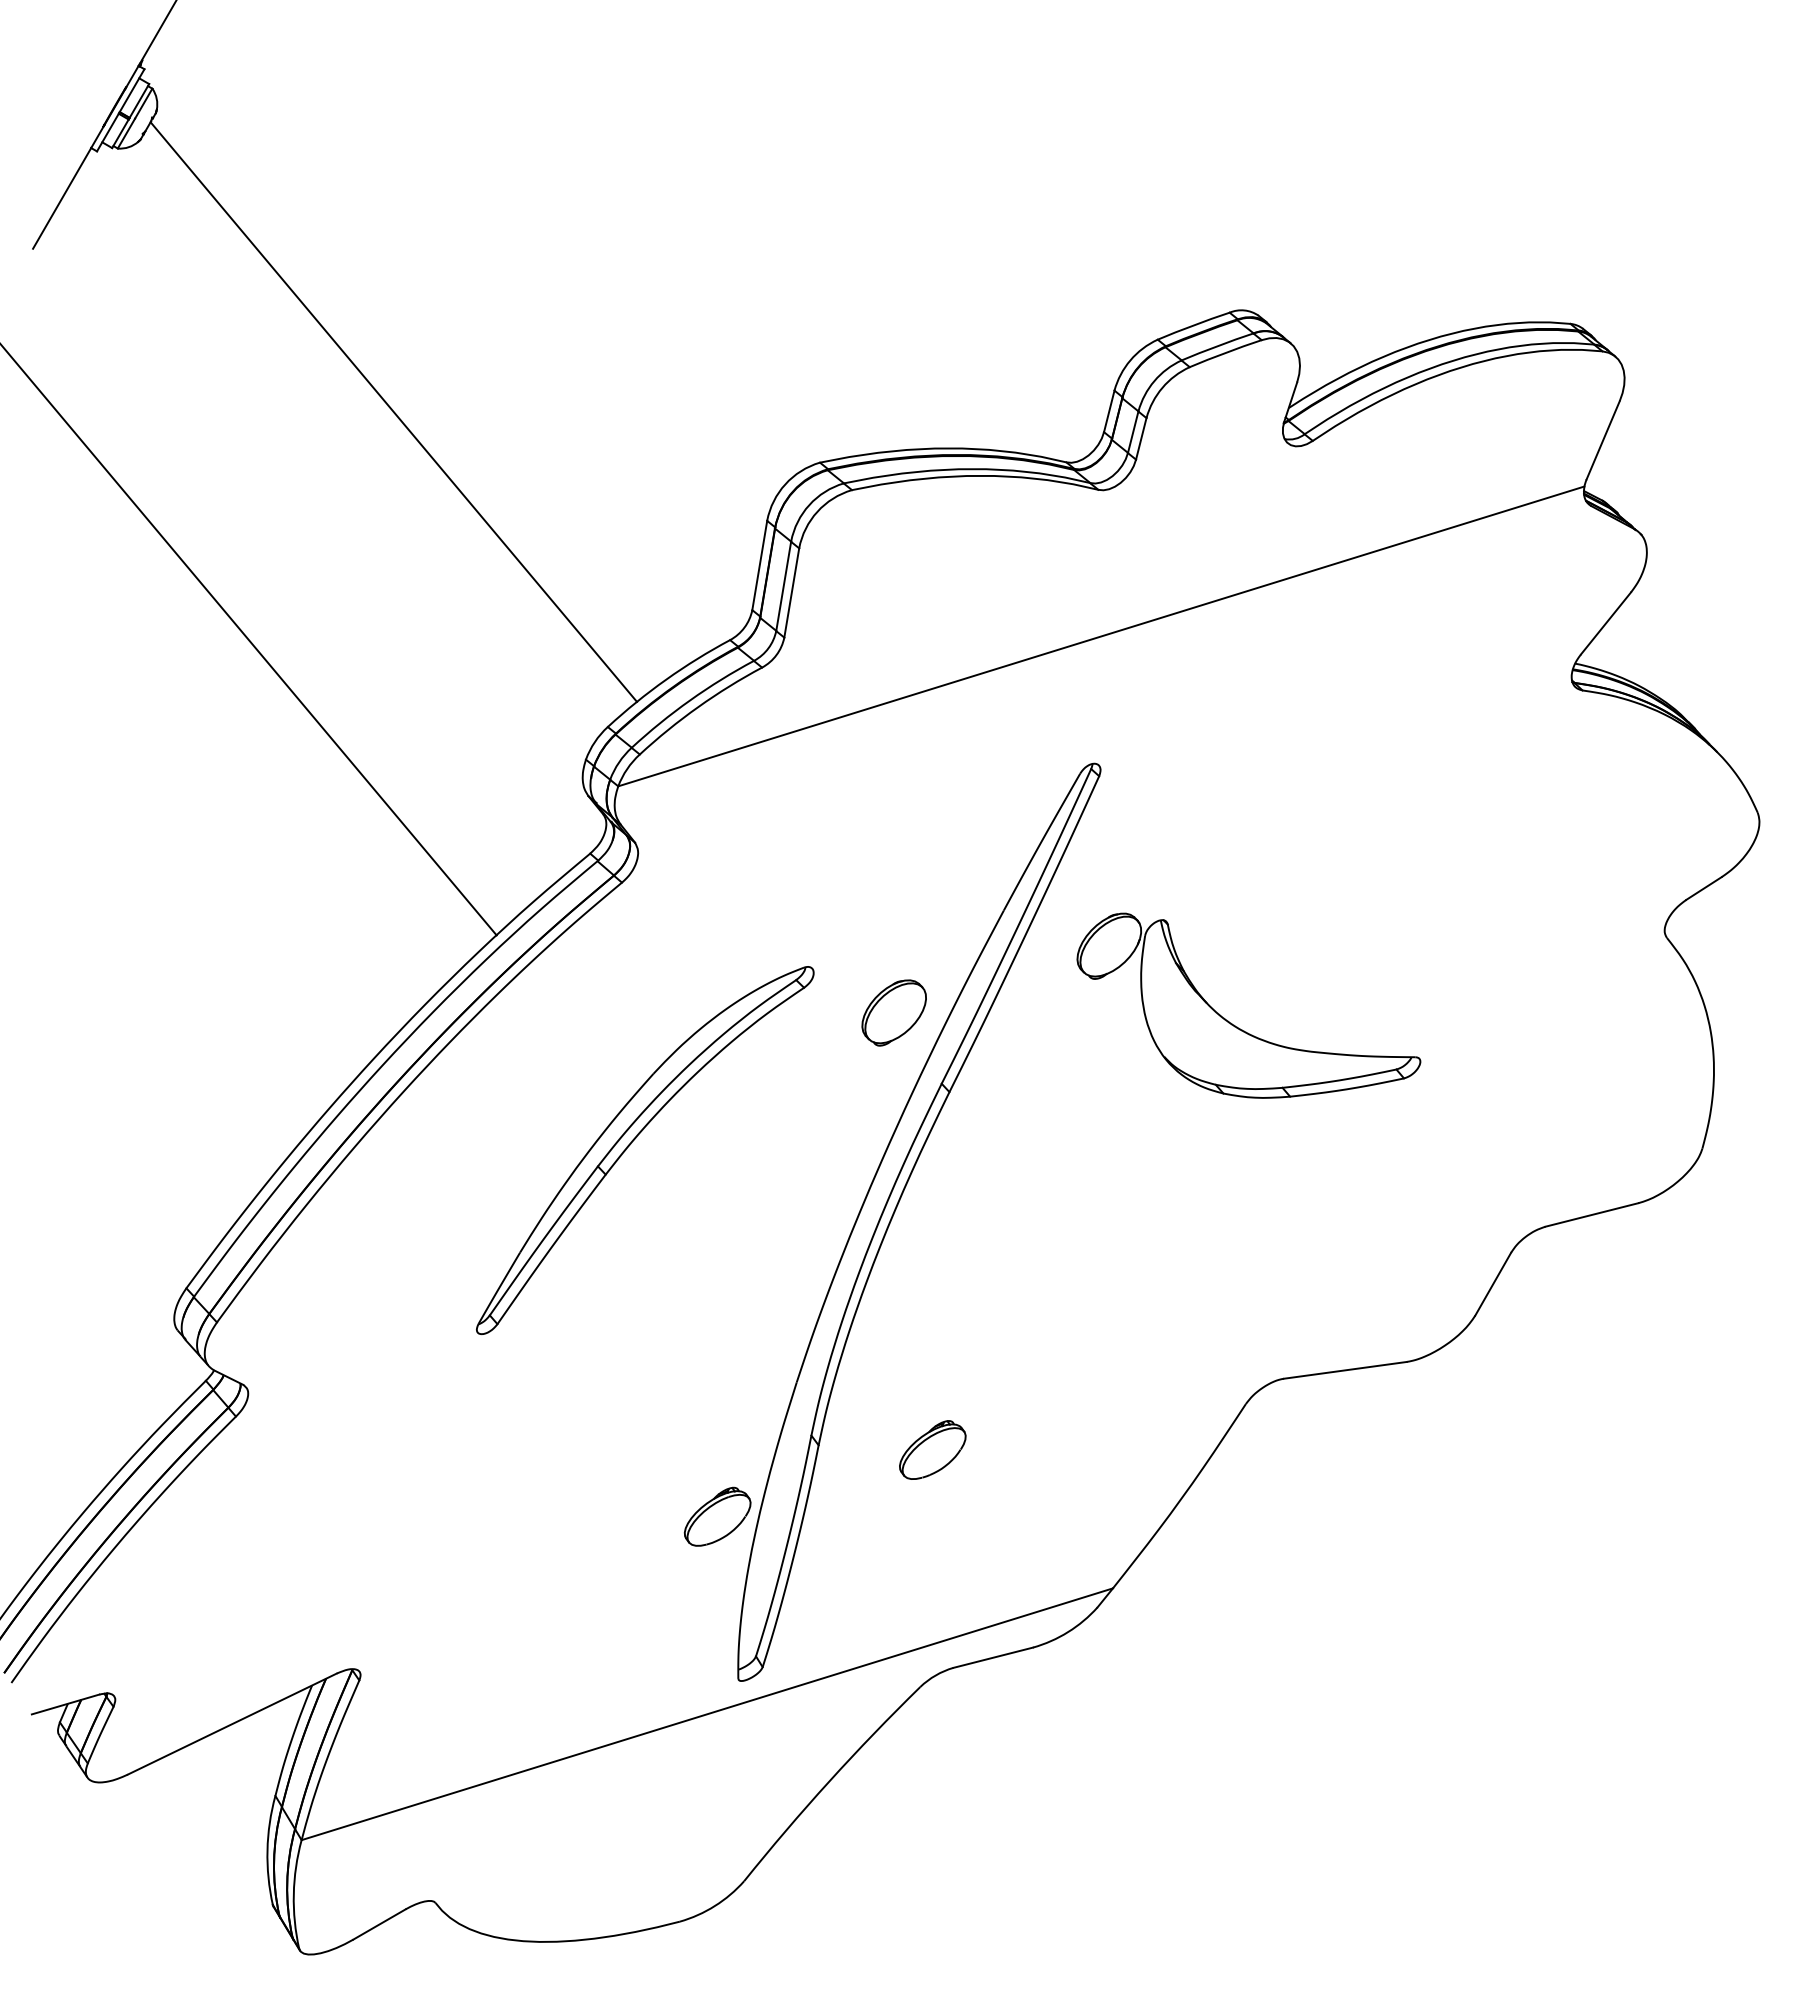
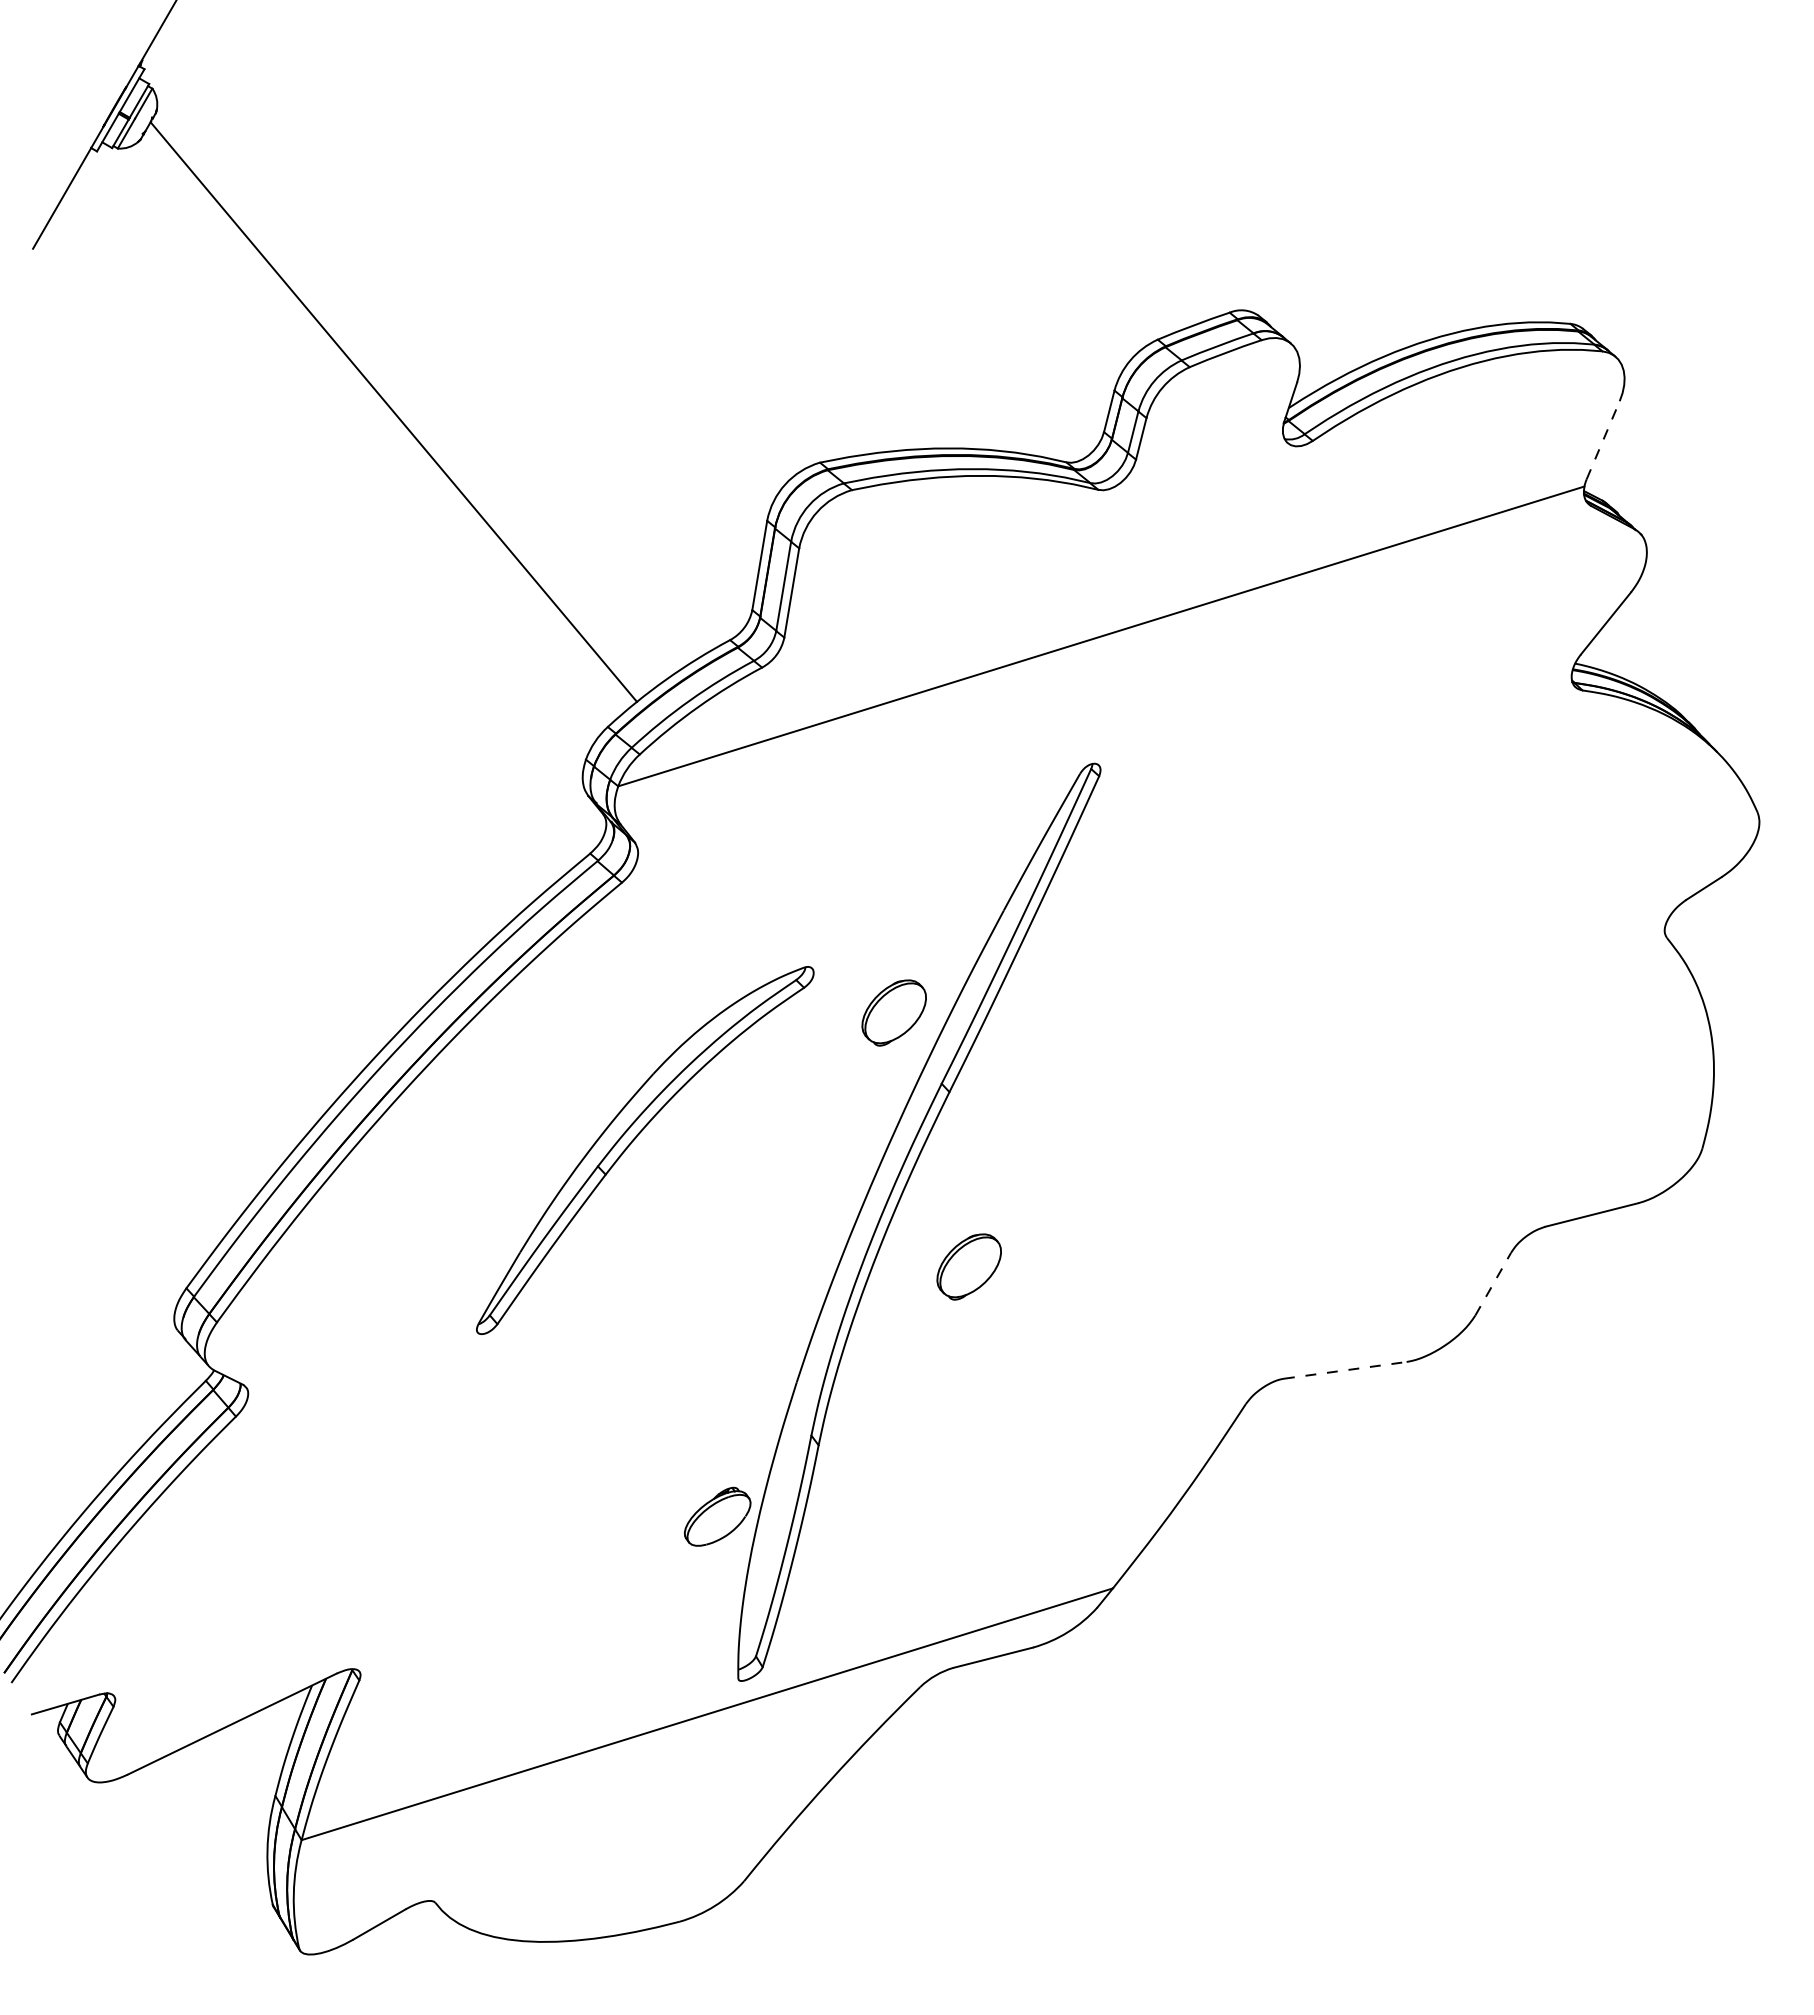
line at (1603, 439): solid -> dashed
line at (249, 640): present -> none
part at (1234, 1024): present -> none
part at (968, 1266): none -> present
line at (1493, 1283): solid -> dashed
line at (1345, 1370): solid -> dashed
part at (932, 1449): present -> none
